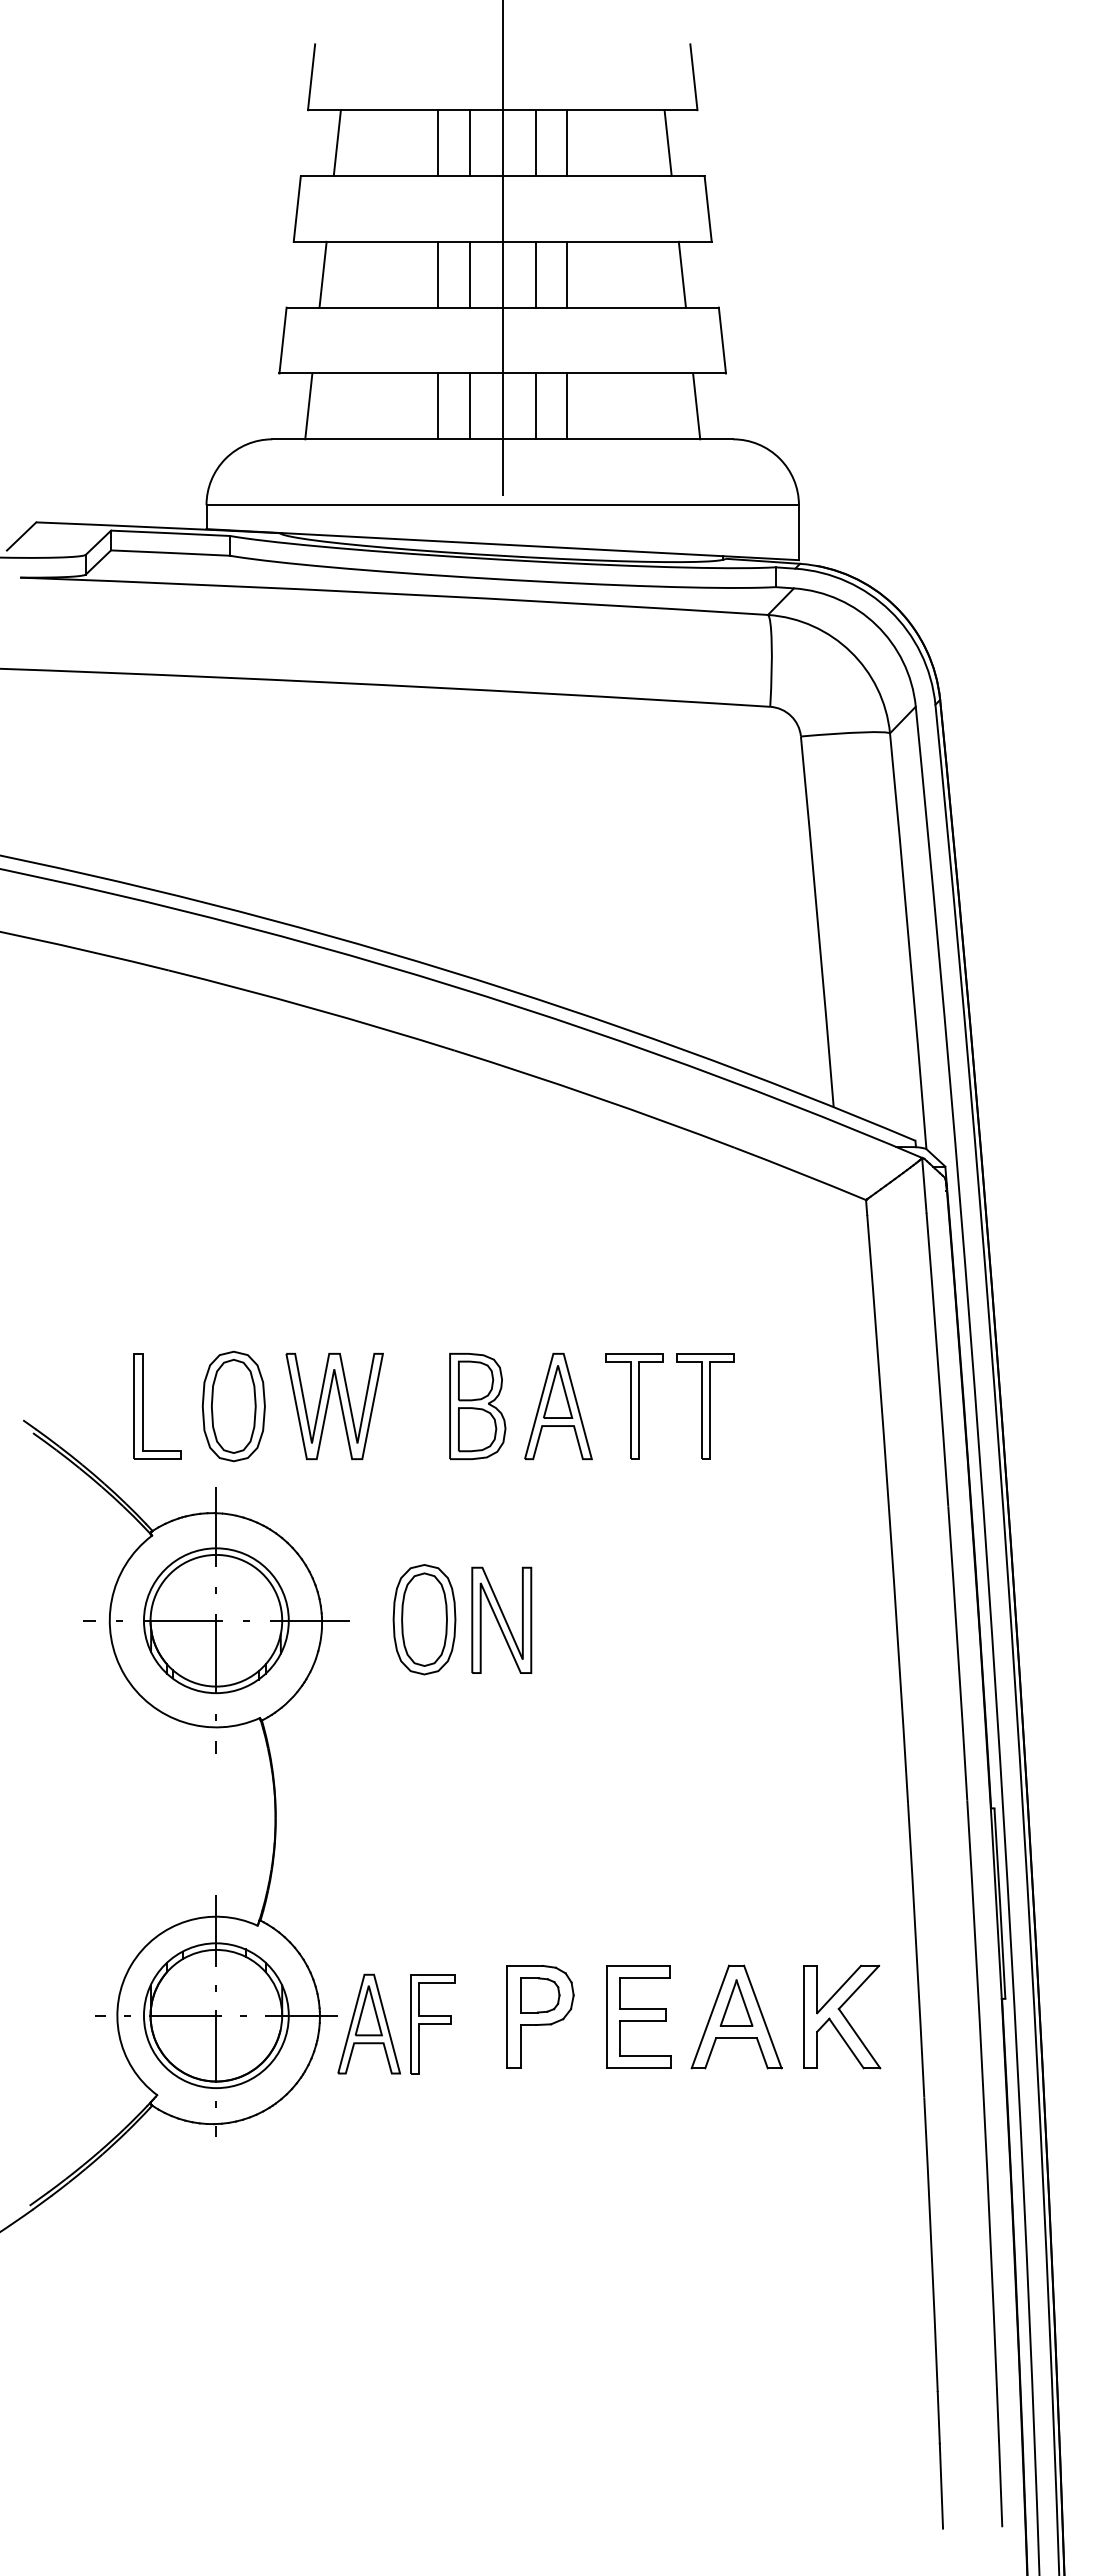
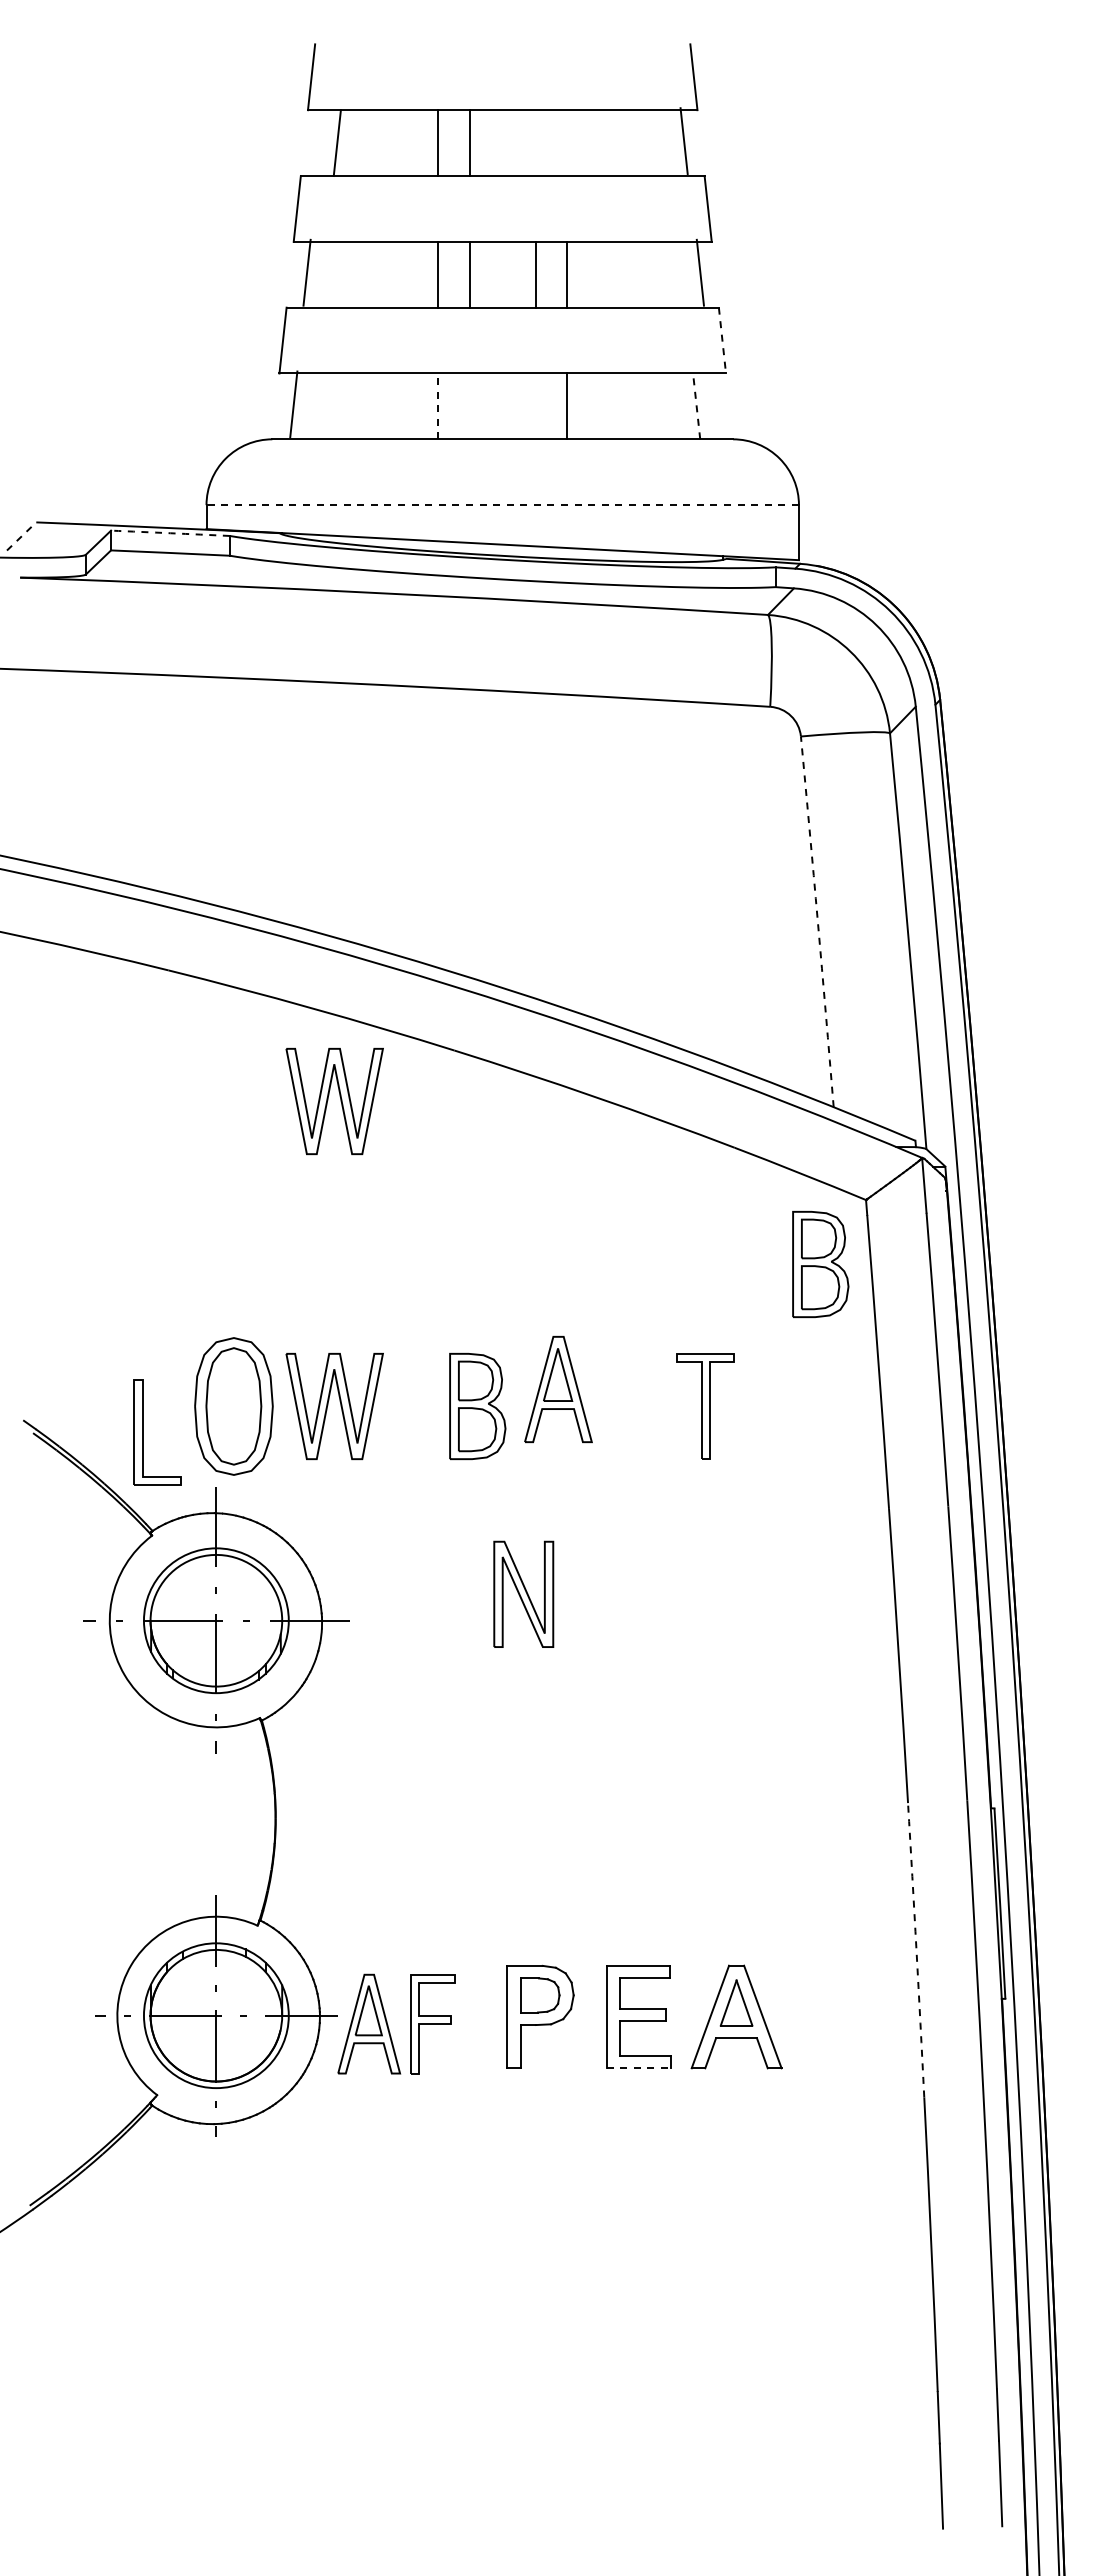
line at (535, 143): present -> none
line at (567, 143): present -> none
line at (667, 143) position: (667, 143) -> (683, 141)
line at (502, 248): present -> none
line at (322, 274) position: (322, 274) -> (306, 272)
line at (681, 274) position: (681, 274) -> (699, 272)
line at (722, 341): solid -> dashed
line at (696, 405): solid -> dashed
line at (308, 406) position: (308, 406) -> (293, 404)
line at (438, 406): solid -> dashed
line at (469, 406): present -> none
line at (535, 406): present -> none
line at (502, 505): solid -> dashed
arc at (170, 533): solid -> dashed
line at (21, 536): solid -> dashed
arc at (817, 921): solid -> dashed
part at (334, 1101): none -> present
part at (820, 1264): none -> present
part at (143, 1406) position: (143, 1406) -> (143, 1432)
part at (233, 1406) size: 65x113 px -> 80x139 px
part at (558, 1406) position: (558, 1406) -> (558, 1389)
part at (634, 1406): present -> none
part at (424, 1619): present -> none
part at (501, 1619) position: (501, 1619) -> (523, 1593)
arc at (916, 1950): solid -> dashed
part at (842, 2016): present -> none
line at (639, 2068): solid -> dashed
